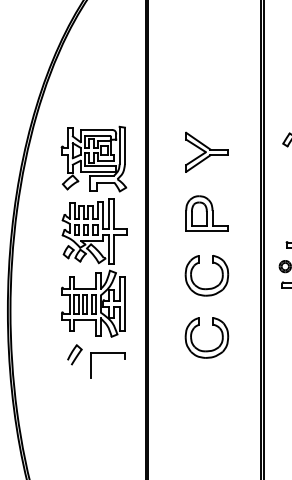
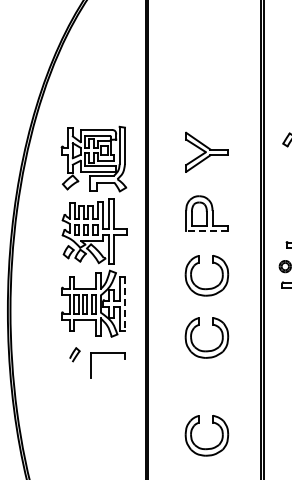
line at (206, 231): solid -> dashed
line at (125, 304): solid -> dashed
part at (74, 354) size: 16x22 px -> 12x16 px
part at (210, 447): none -> present
